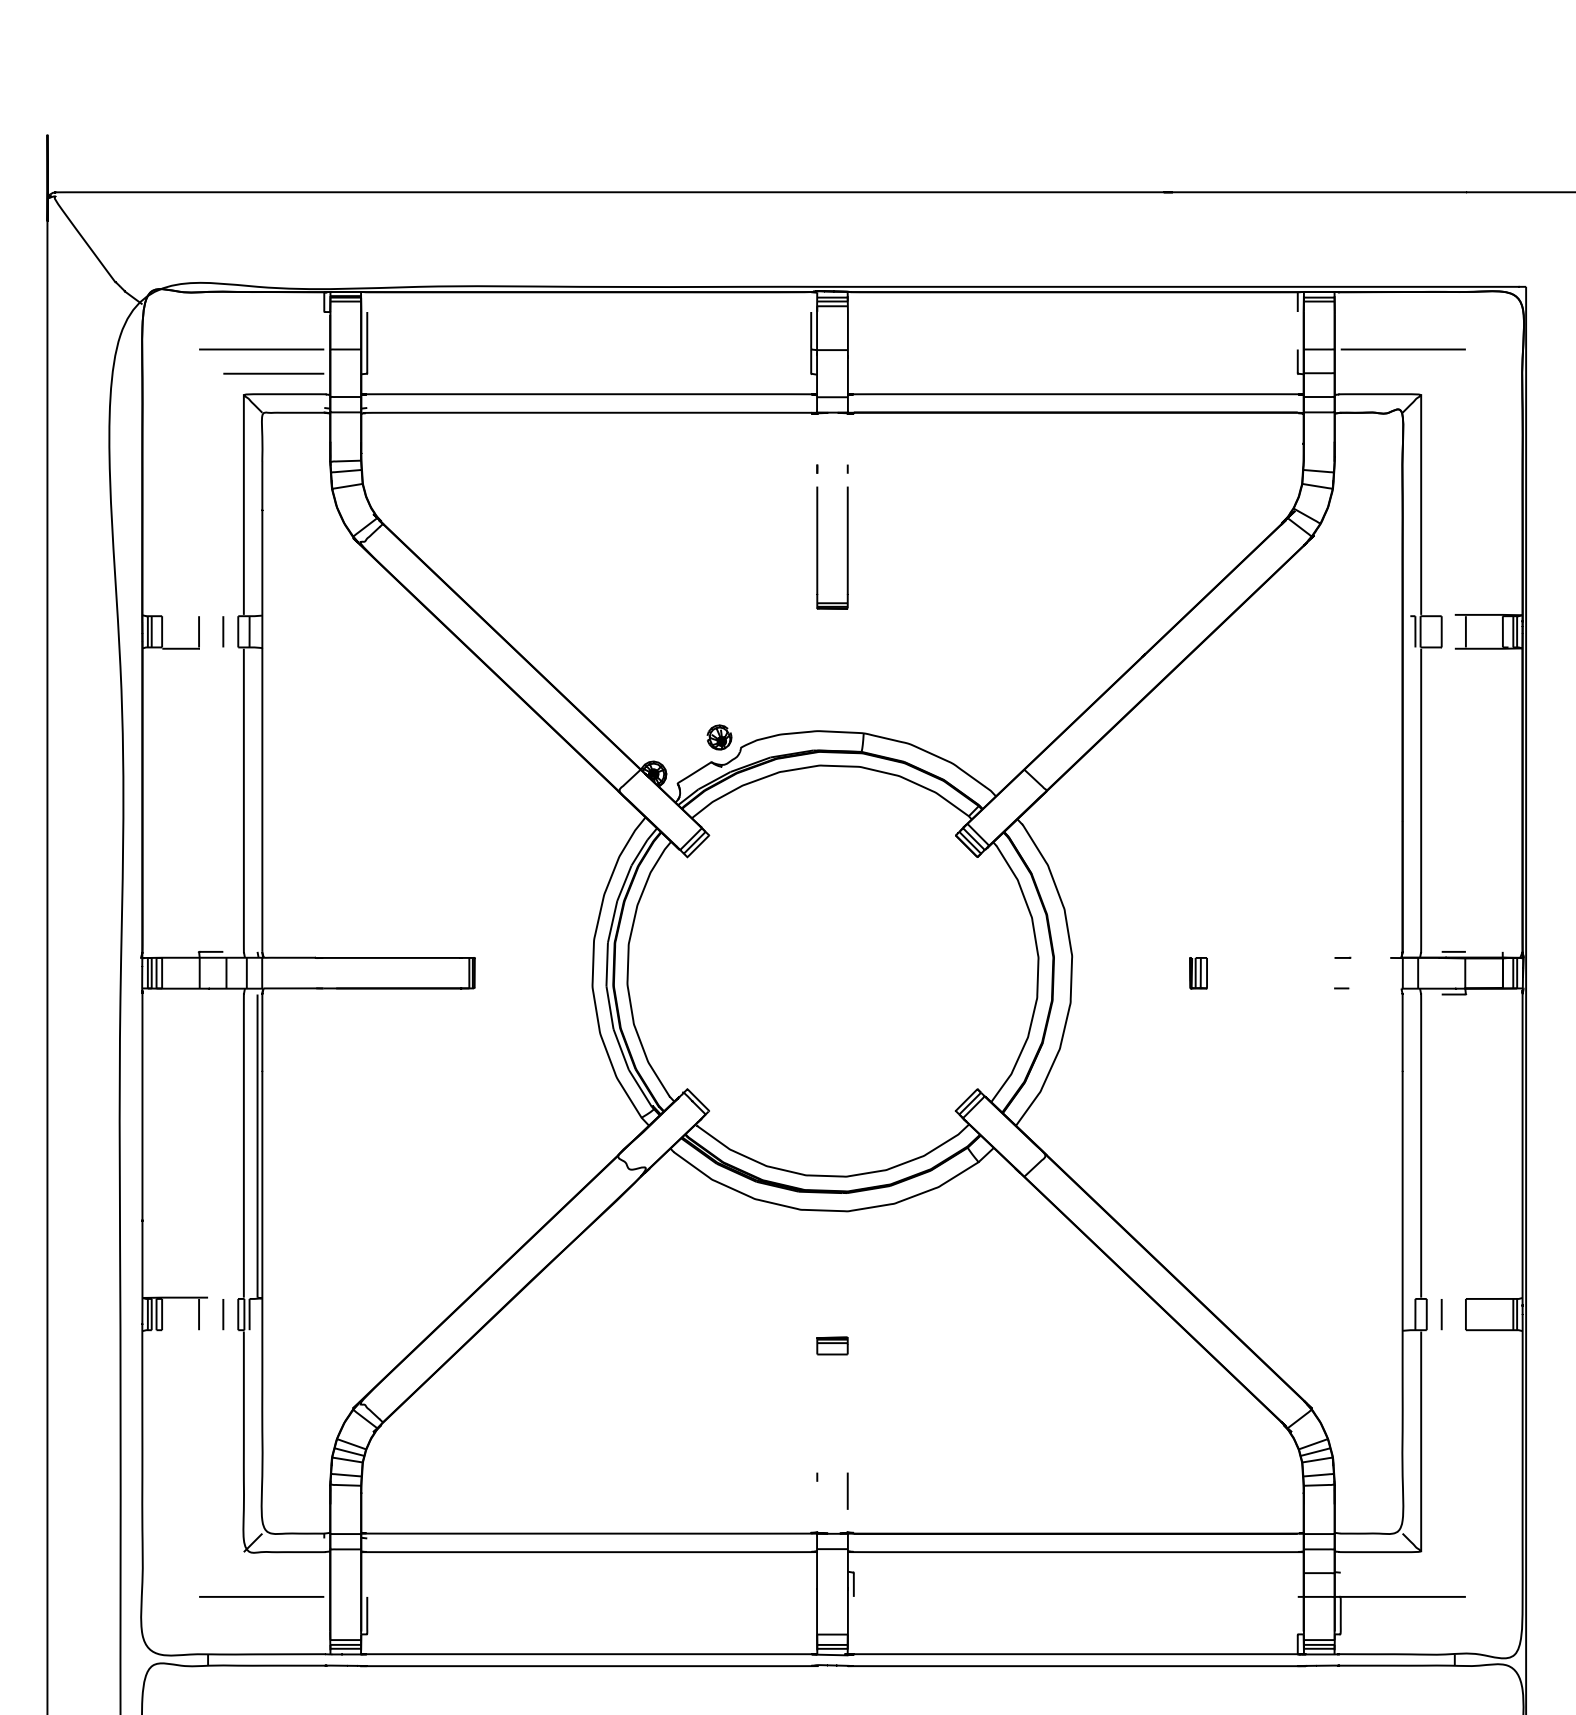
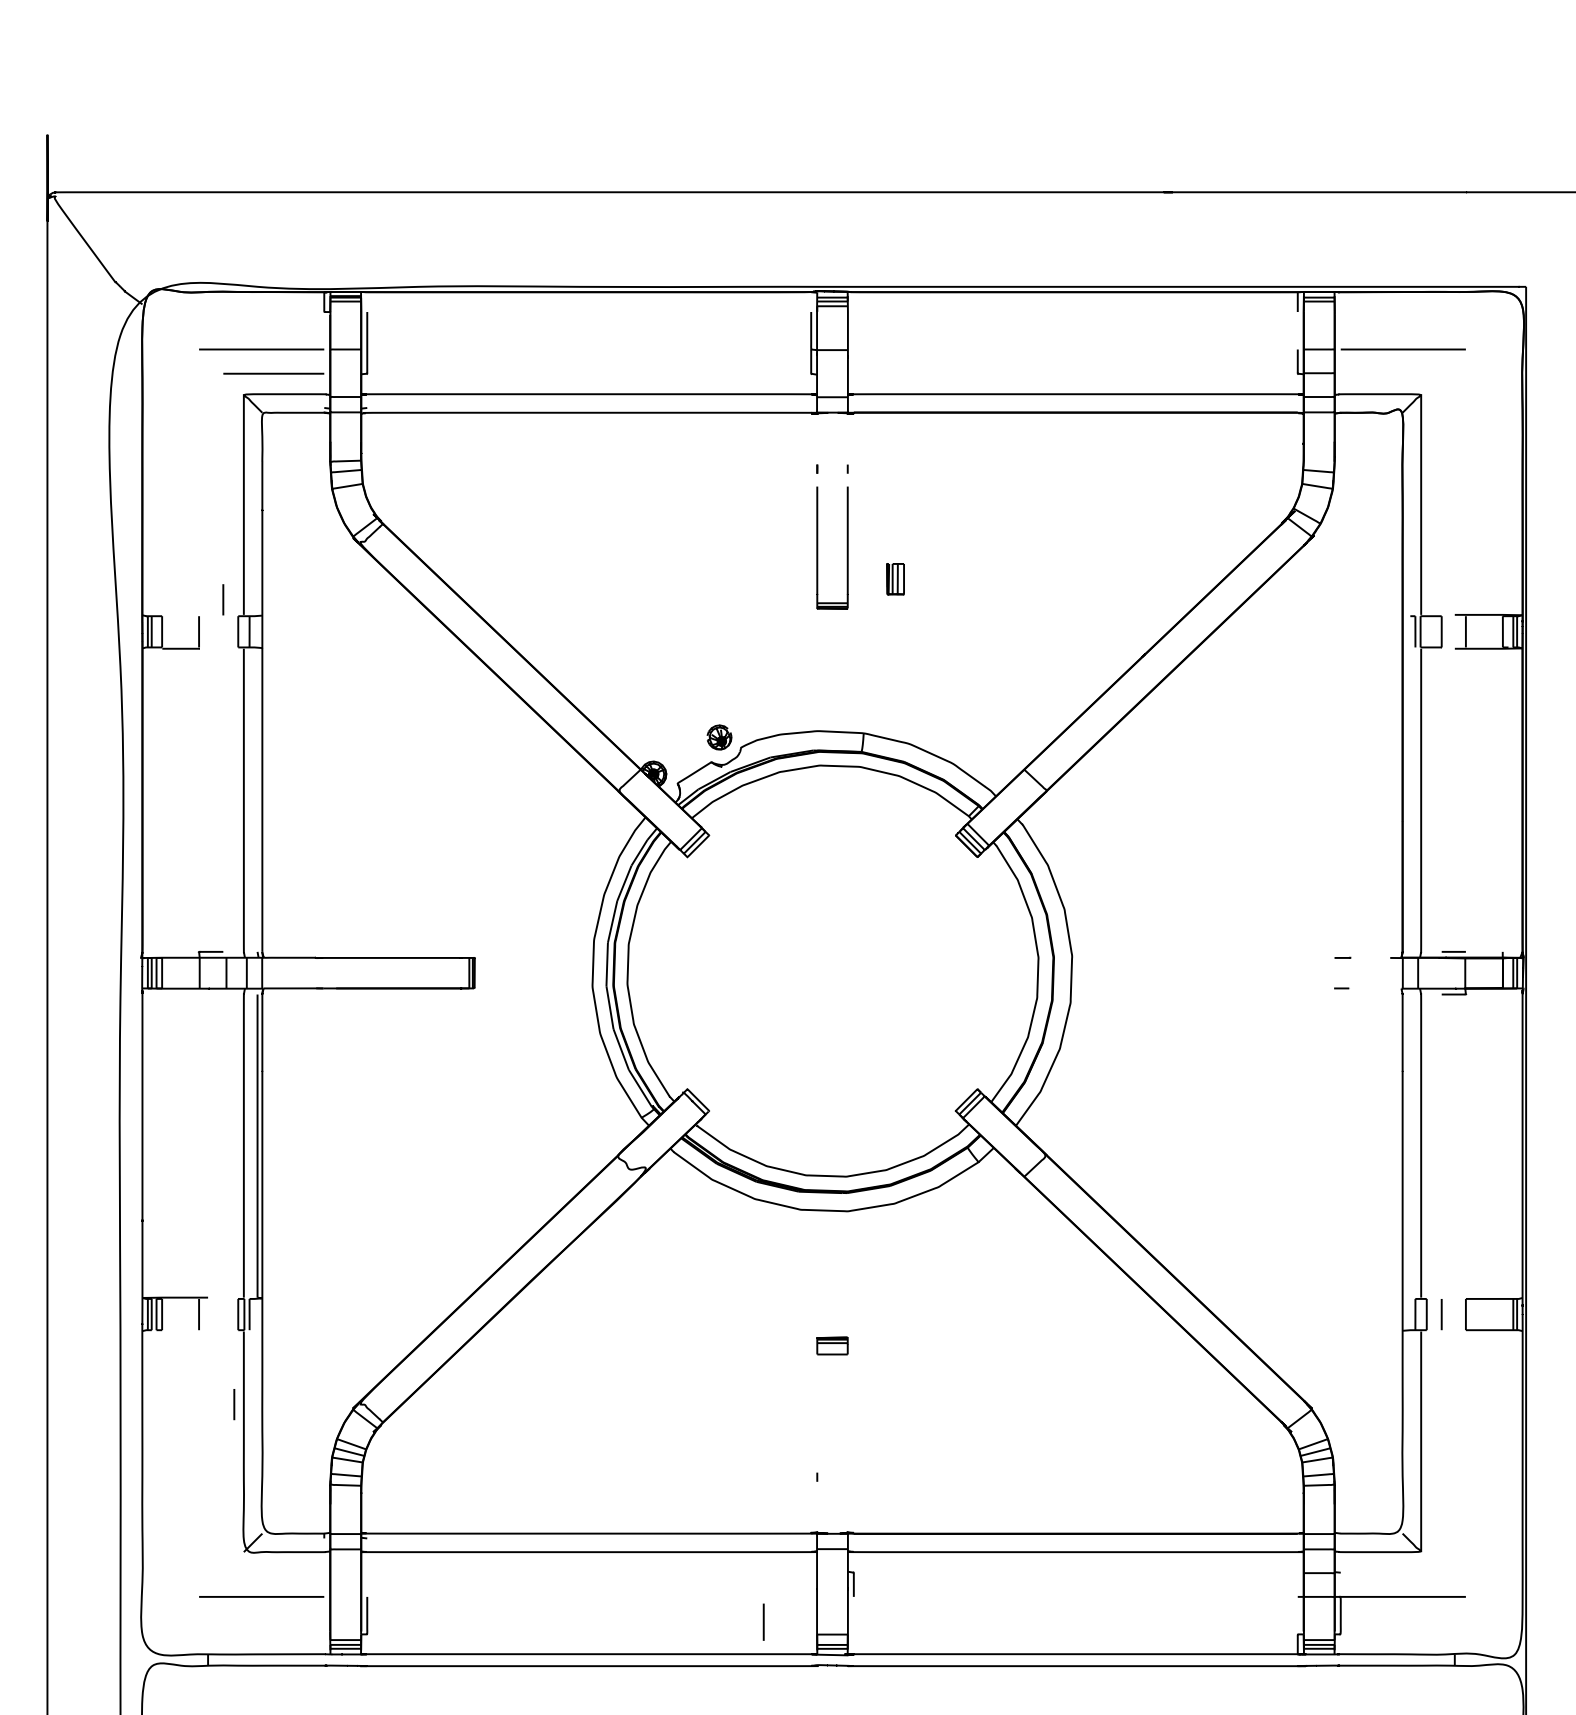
line at (223, 631) position: (223, 631) -> (223, 599)
part at (1198, 973) position: (1198, 973) -> (895, 579)
line at (223, 1314) position: (223, 1314) -> (234, 1404)
line at (847, 1490) position: (847, 1490) -> (763, 1621)
